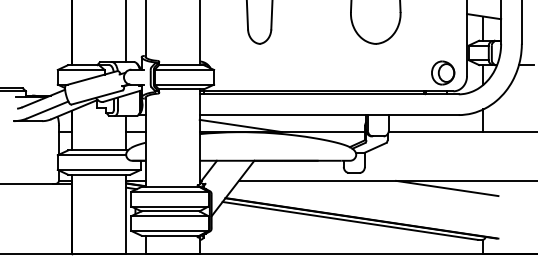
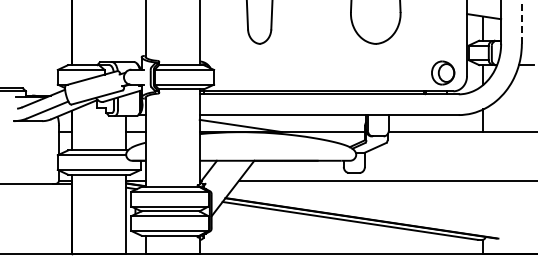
line at (521, 21): solid -> dashed
line at (126, 32): present -> none
line at (447, 188): present -> none
